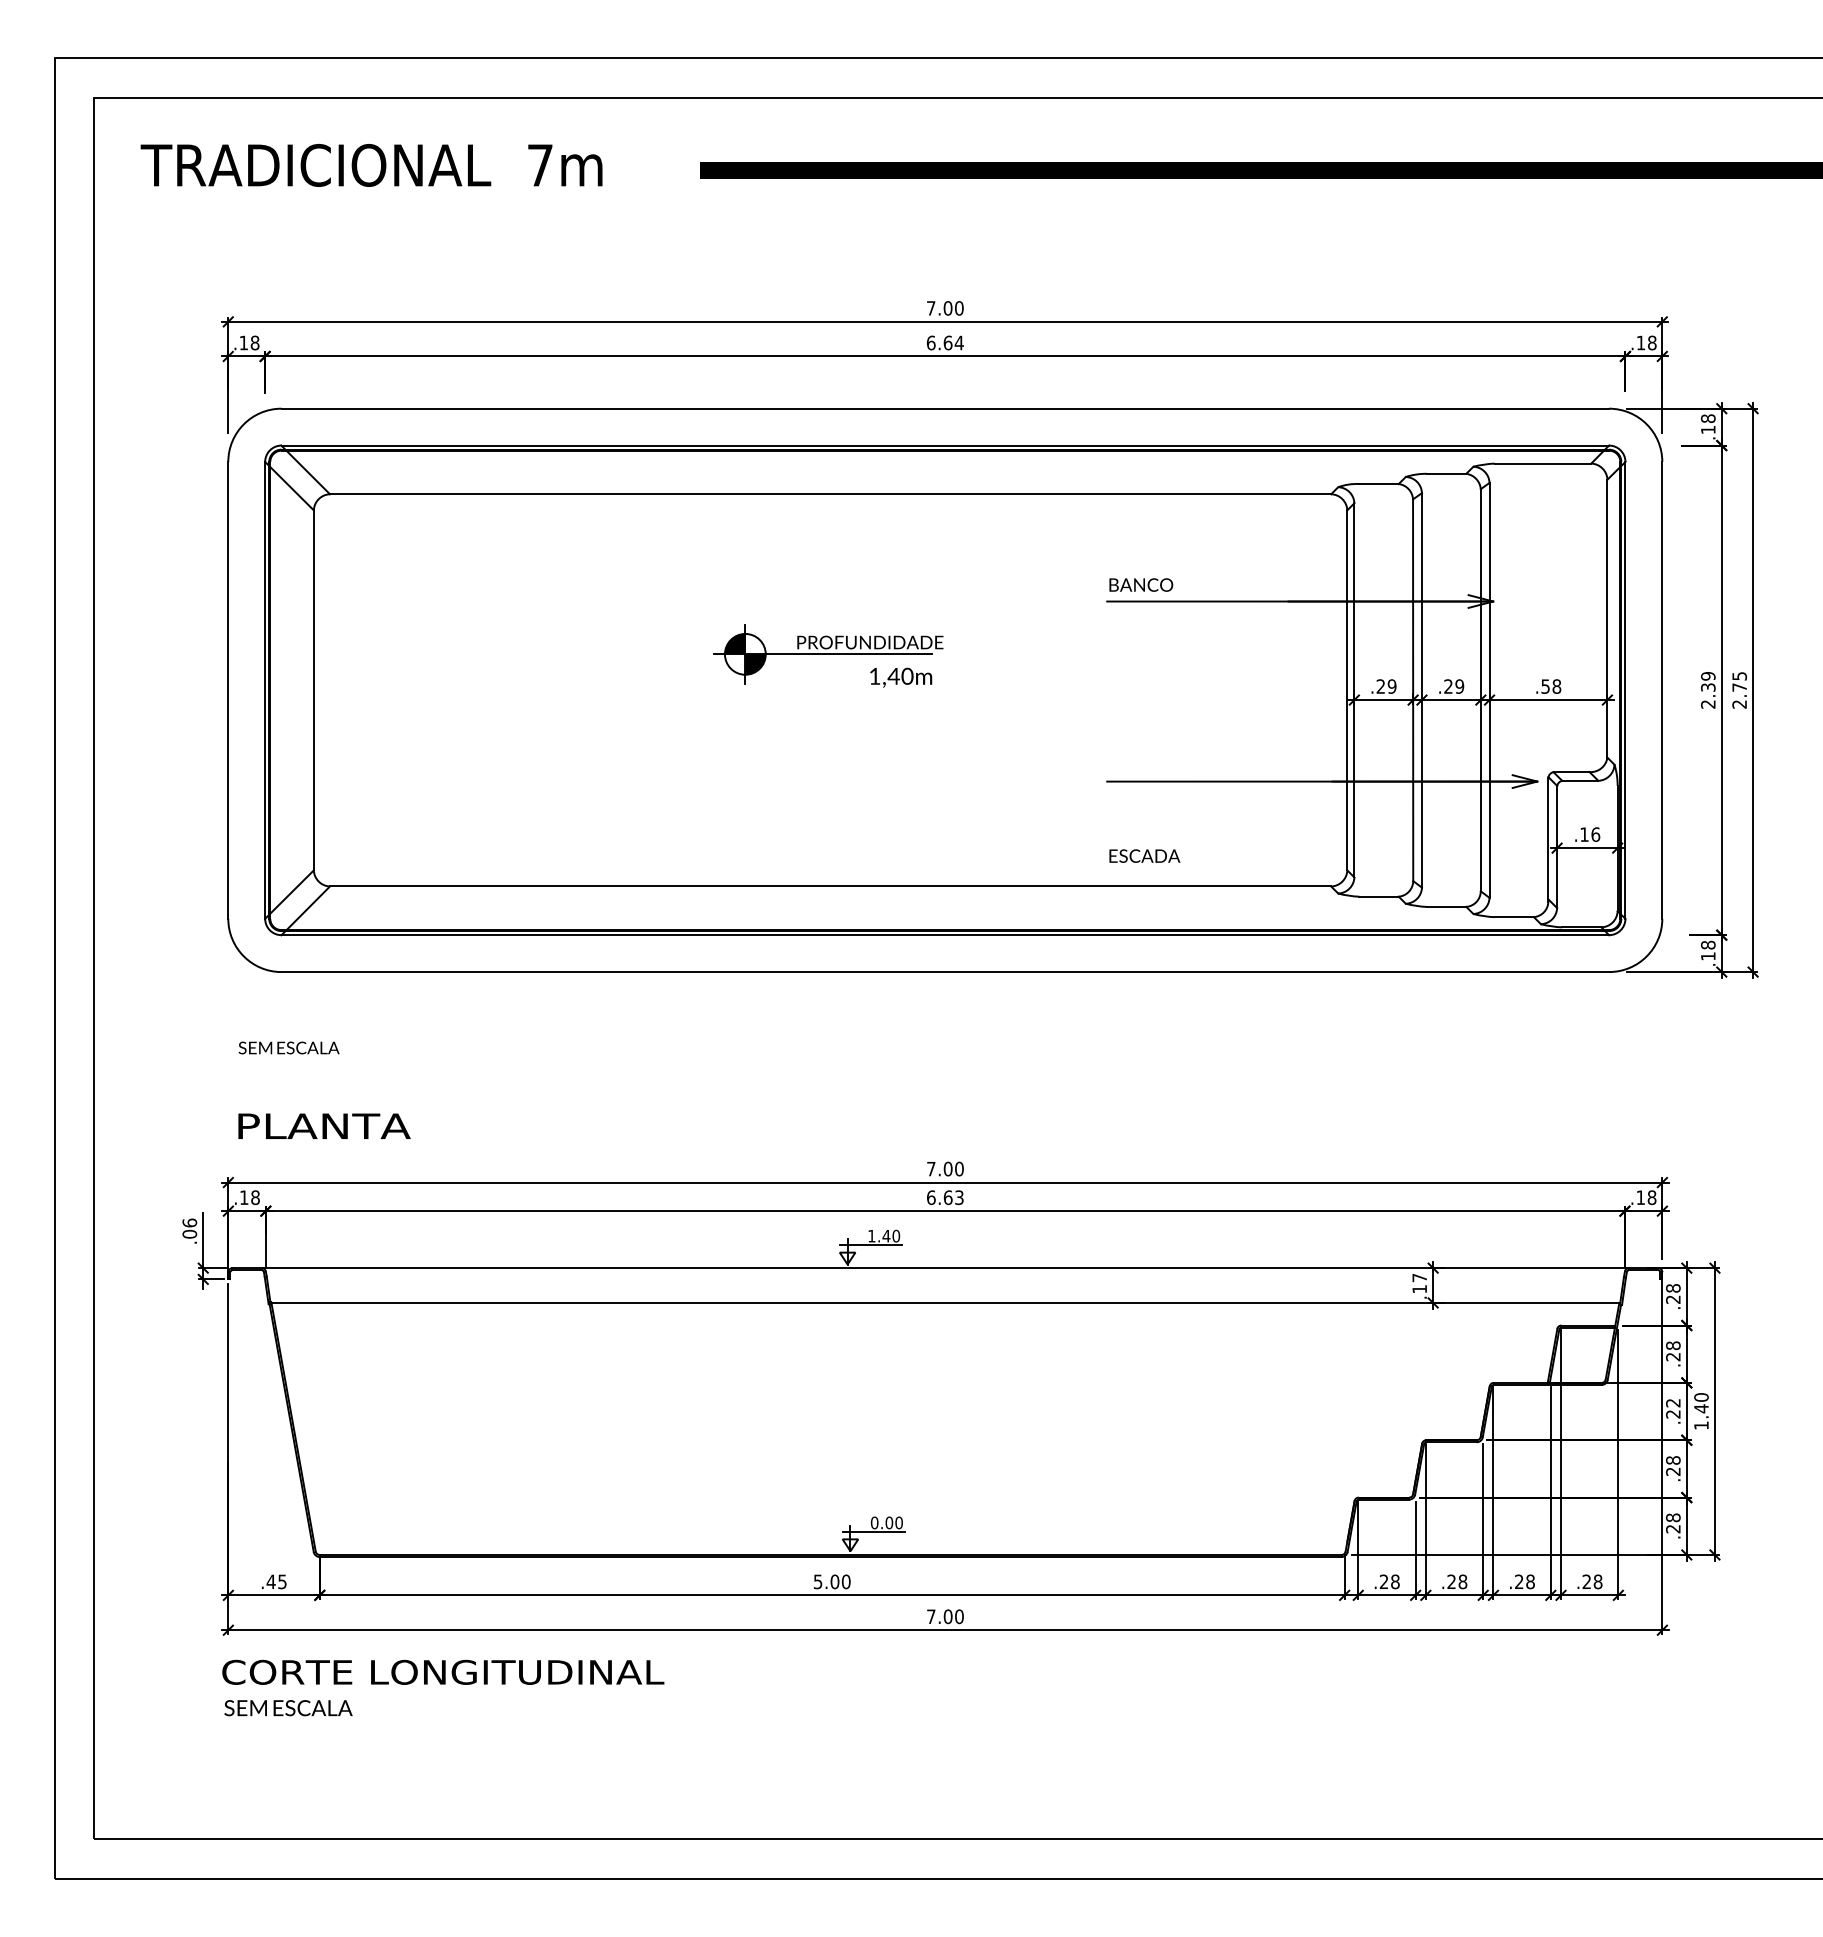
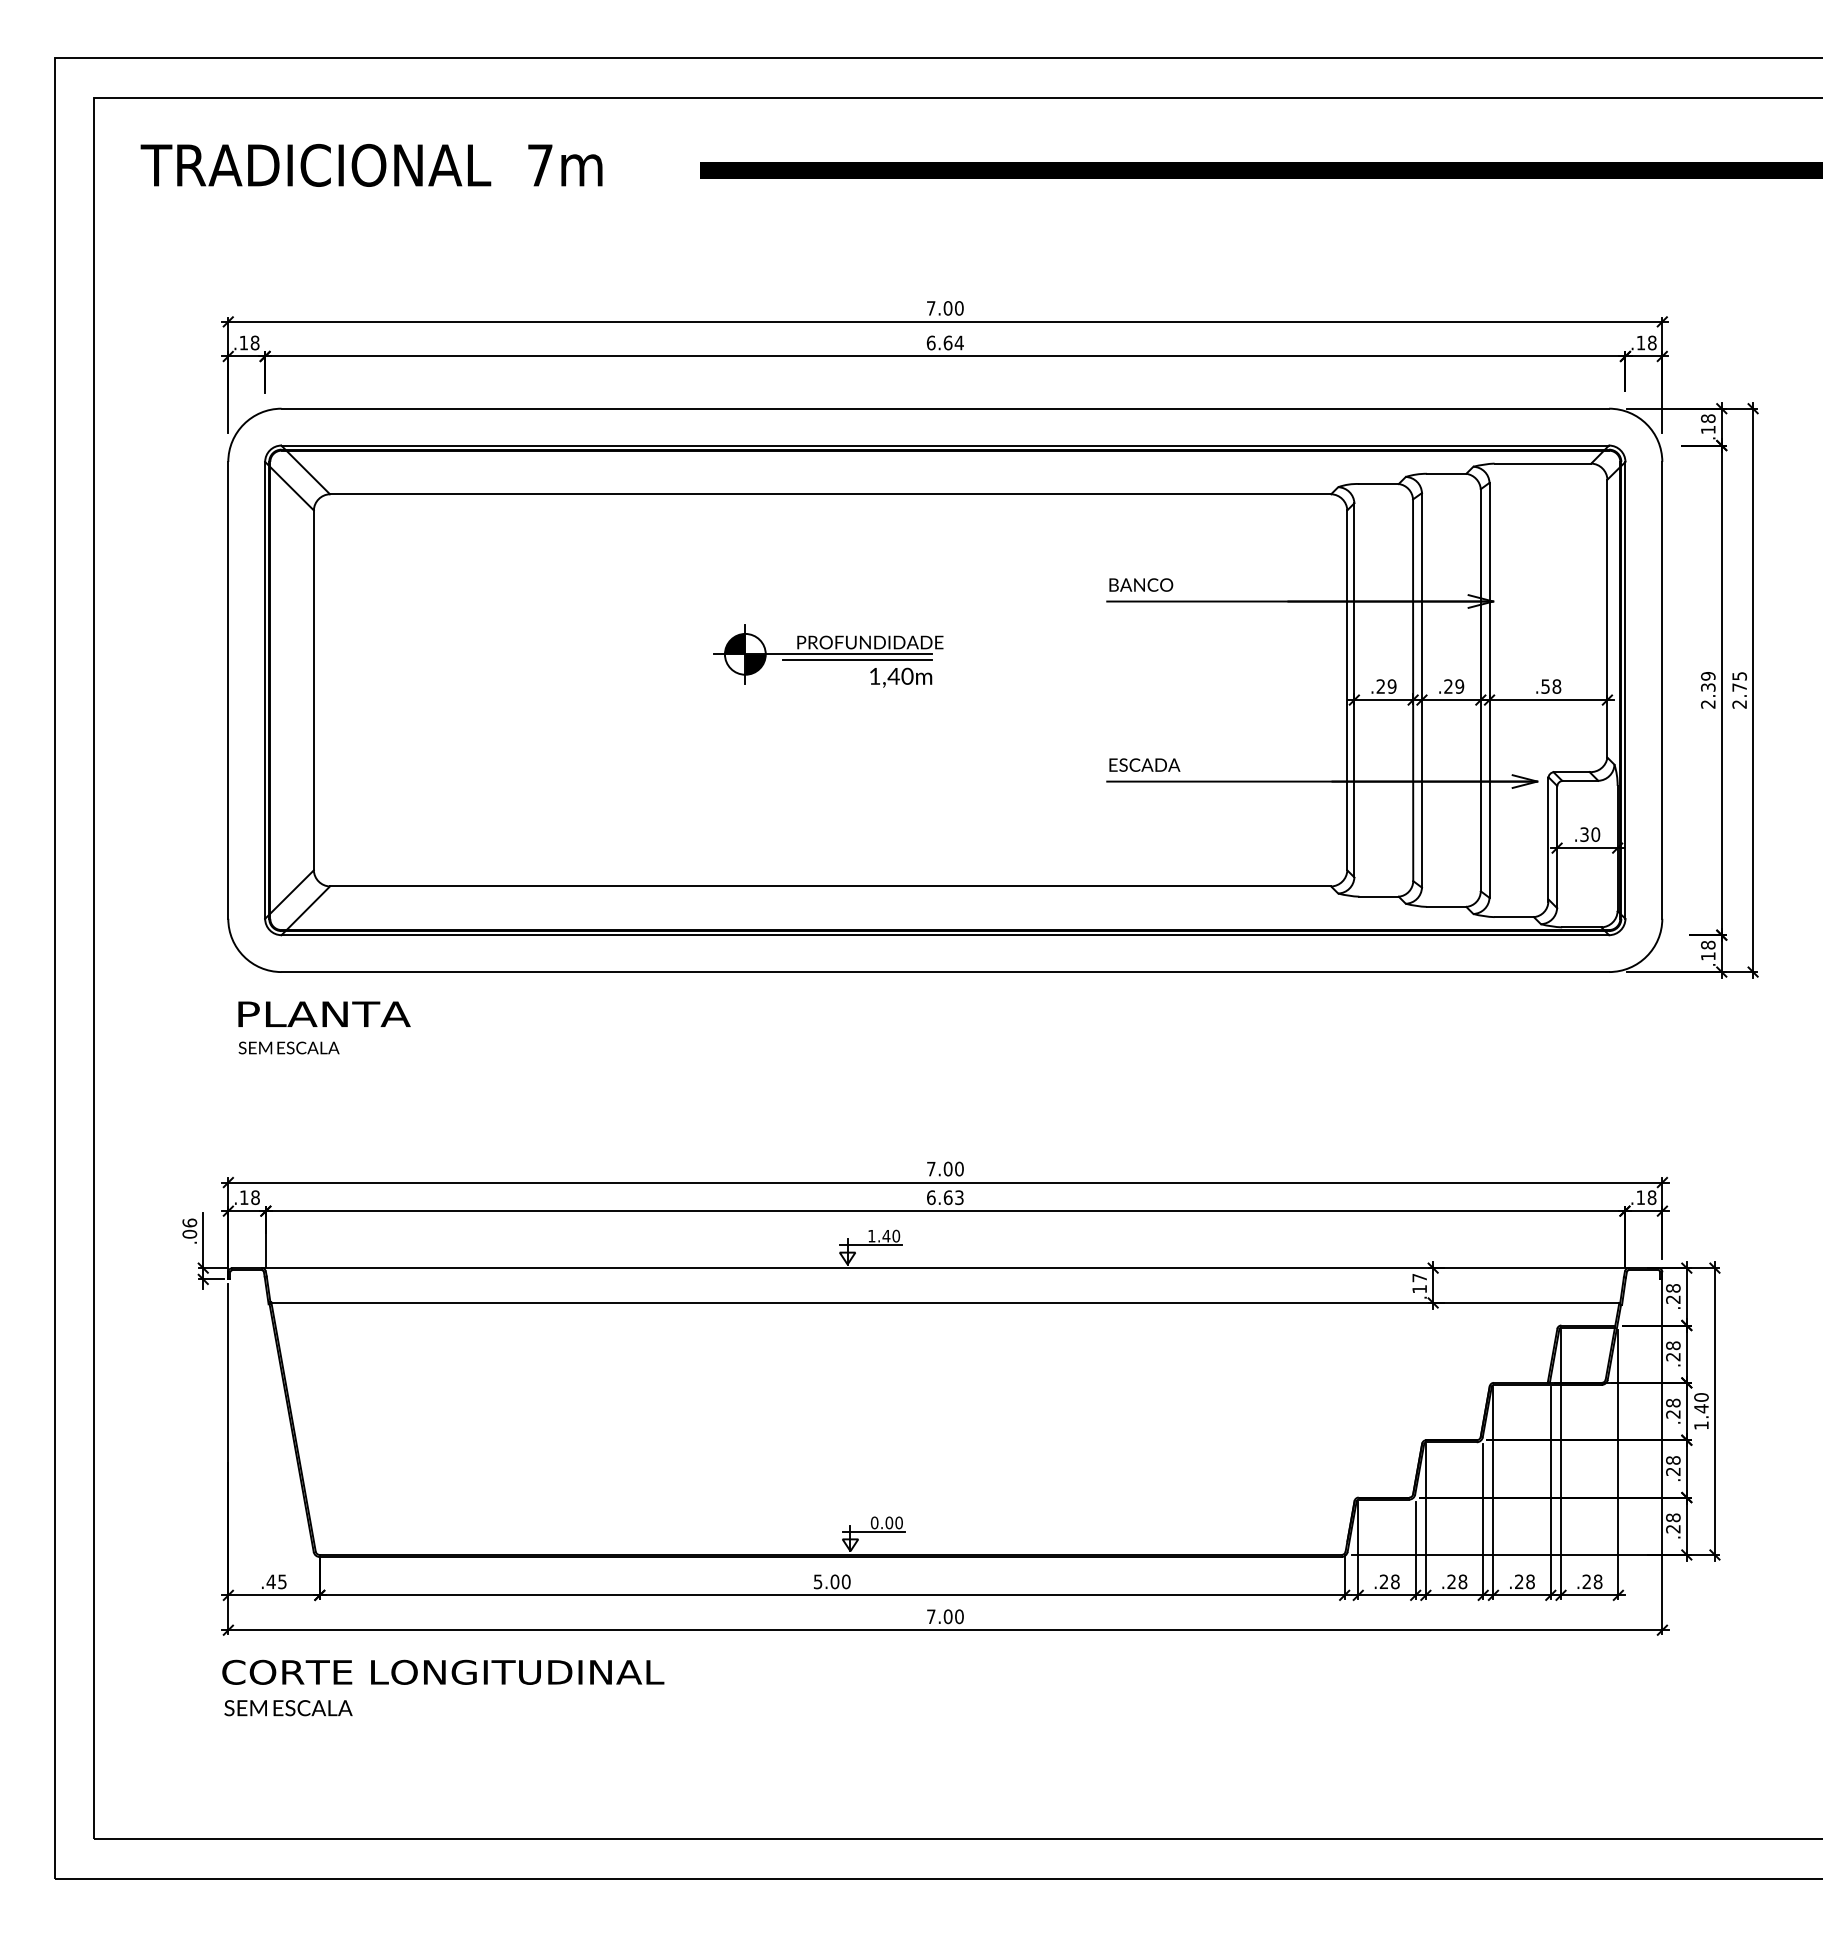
line at (857, 659): none -> present
text at (1590, 834): .16 -> .30
text at (1144, 855) position: (1144, 855) -> (1144, 764)
text at (324, 1125) position: (324, 1125) -> (324, 1013)
text at (1673, 1402): .22 -> .28
